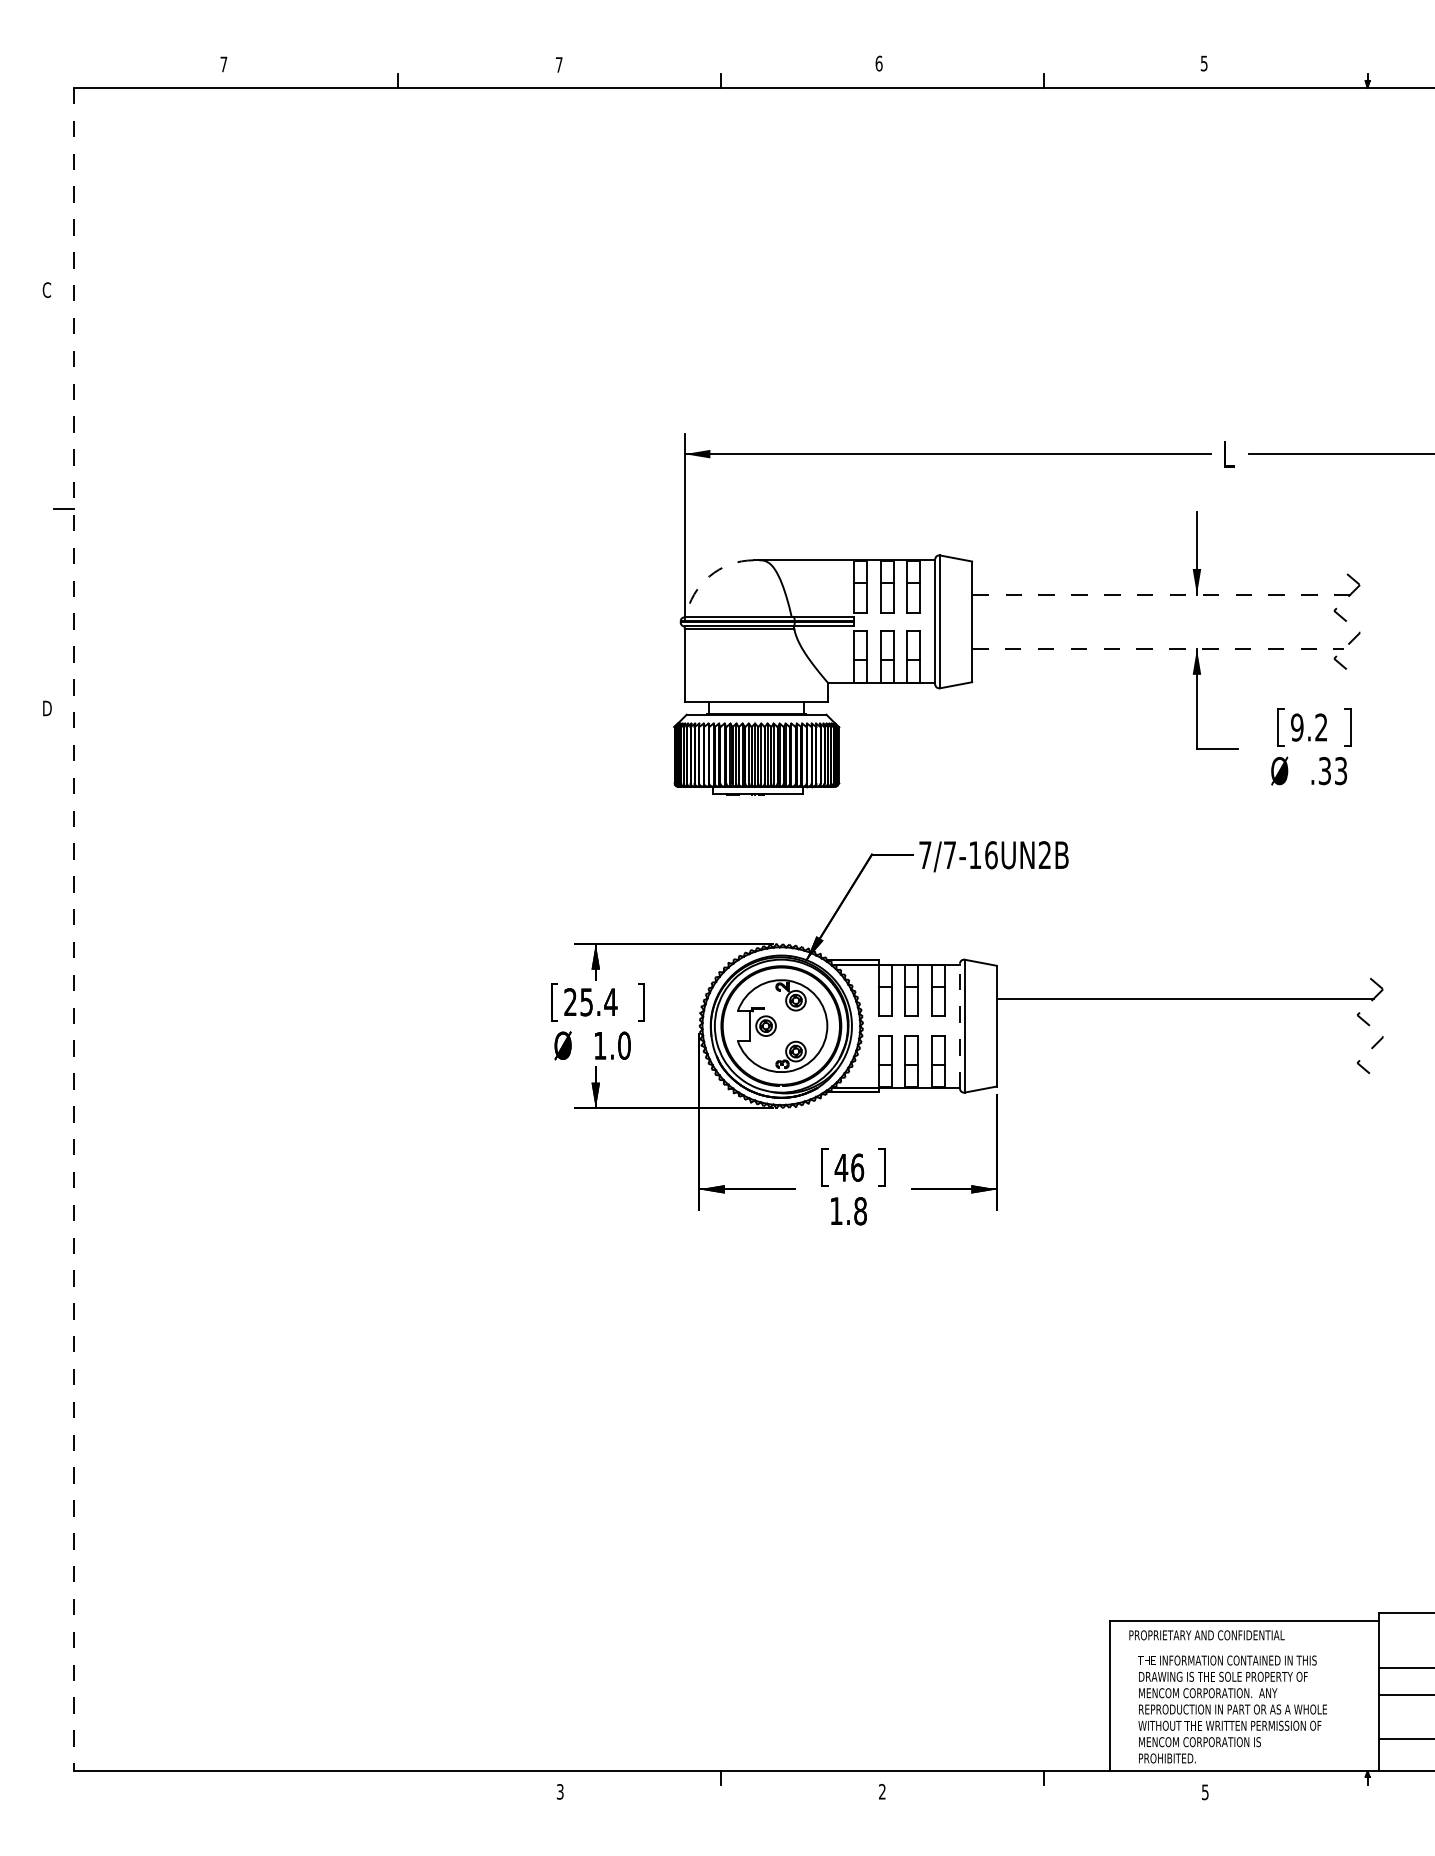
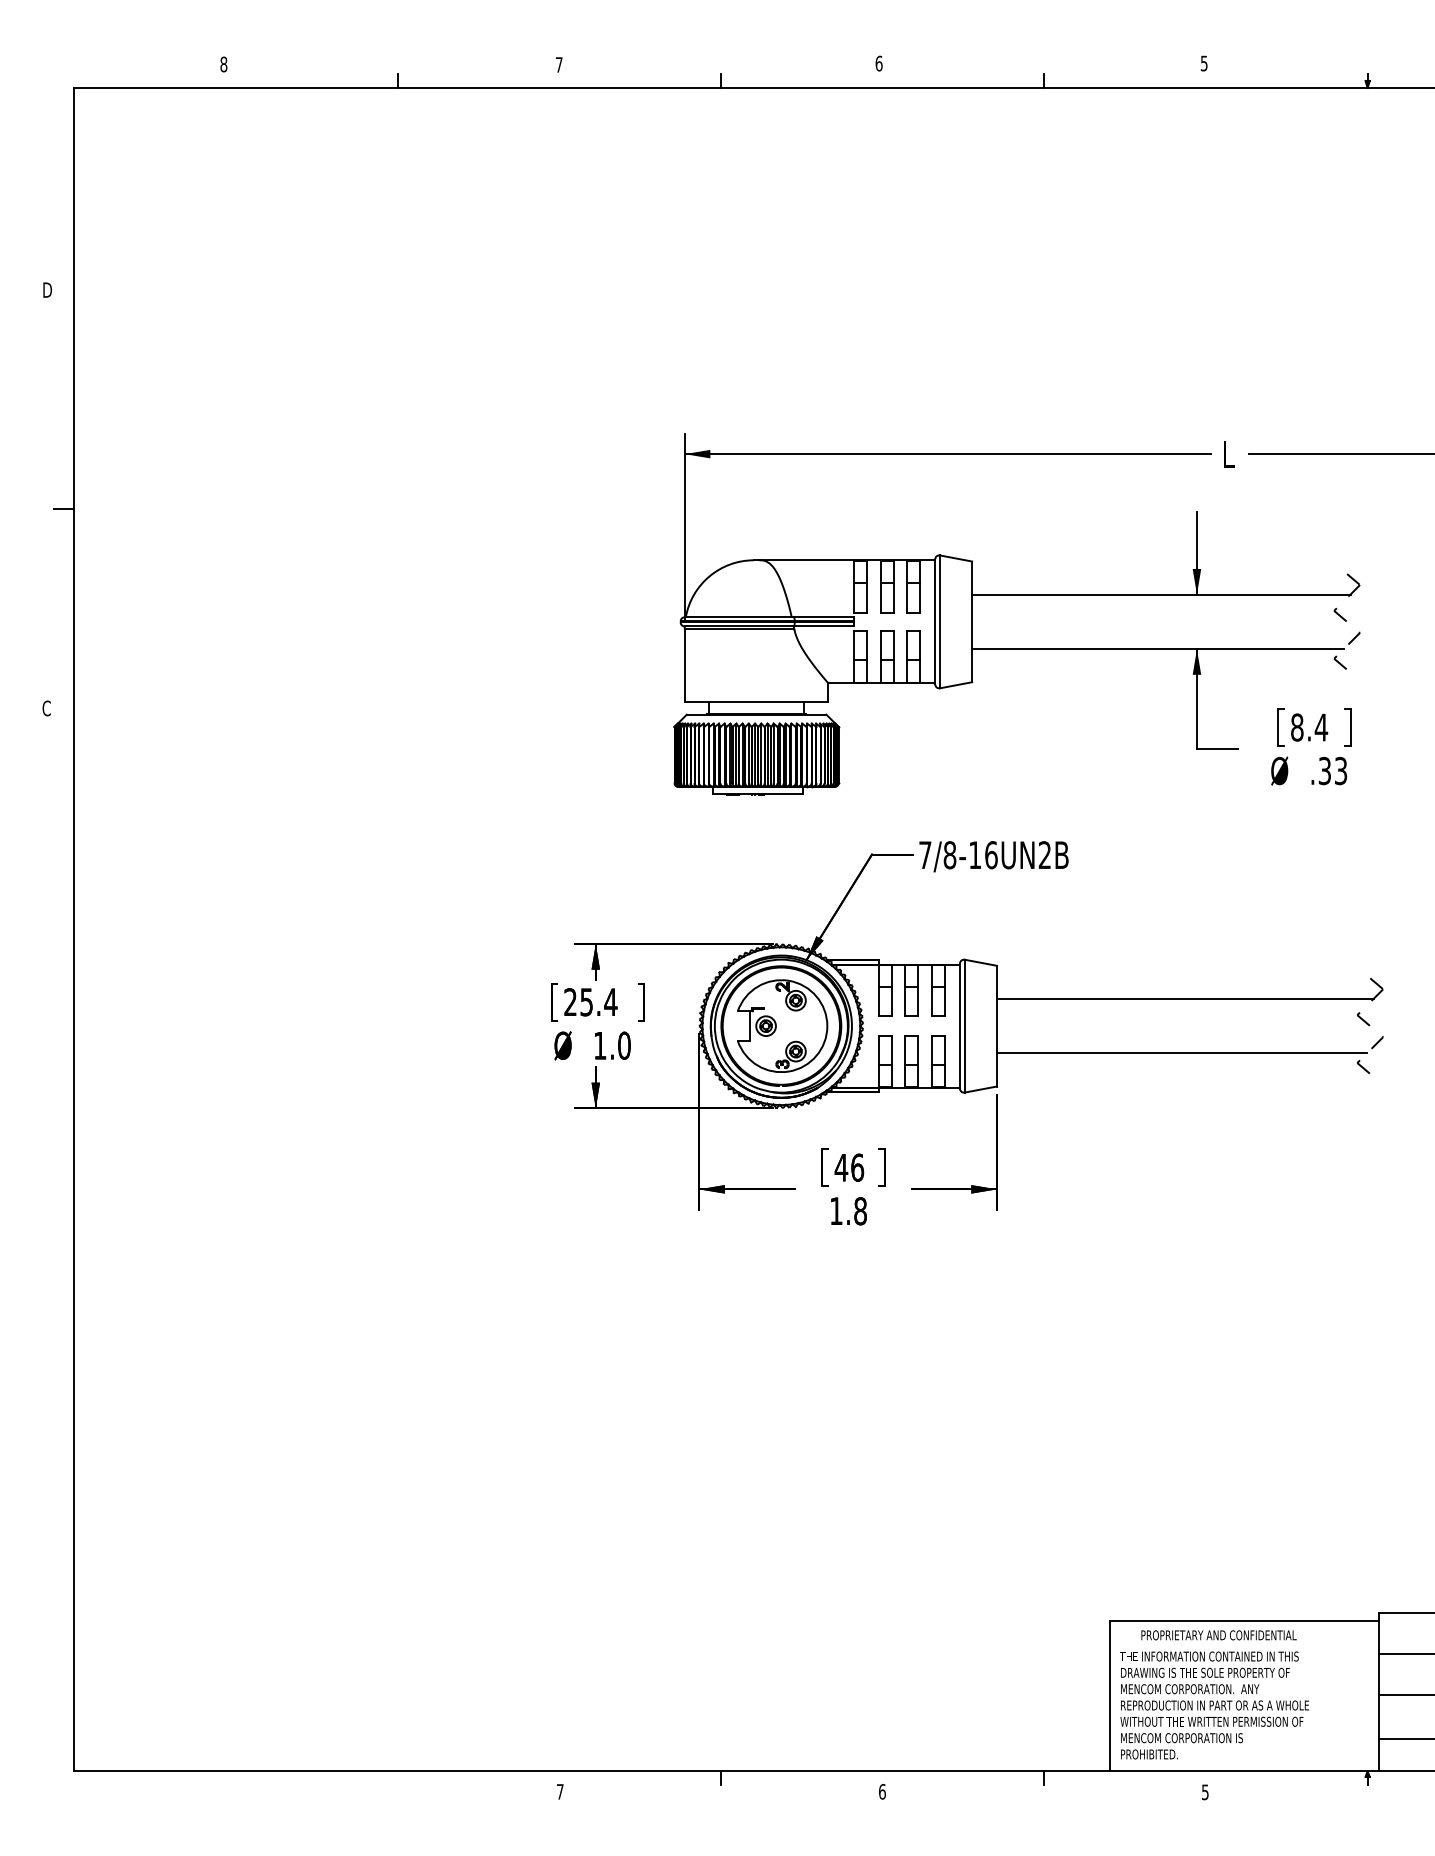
text at (223, 64): 7 -> 8
text at (46, 290): C -> D
arc at (709, 576): dashed -> solid
line at (1160, 594): dashed -> solid
line at (1157, 649): dashed -> solid
text at (46, 708): D -> C
text at (1309, 727): 9.2 -> 8.4
text at (949, 855): 7/7-16UN2B -> 7/8-16UN2B
line at (74, 929): dashed -> solid
line at (959, 1025): dashed -> solid
line at (1181, 1053): none -> present
text at (1206, 1635) position: (1206, 1635) -> (1218, 1635)
line at (1404, 1667) position: (1404, 1667) -> (1404, 1653)
text at (1232, 1709) position: (1232, 1709) -> (1214, 1705)
text at (559, 1791): 3 -> 7
text at (882, 1791): 2 -> 6
